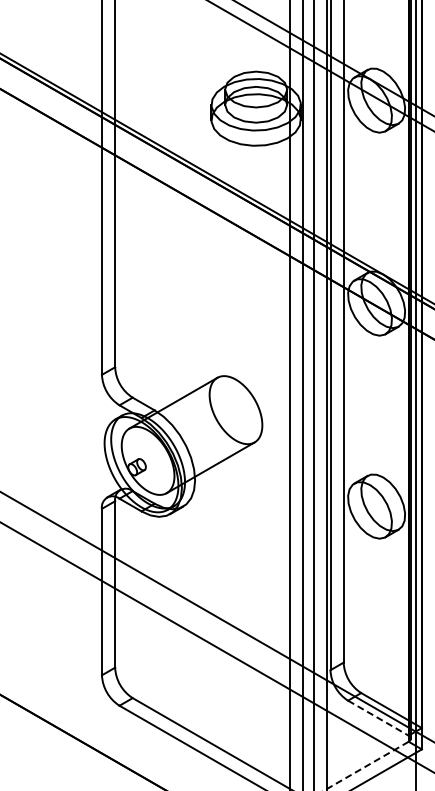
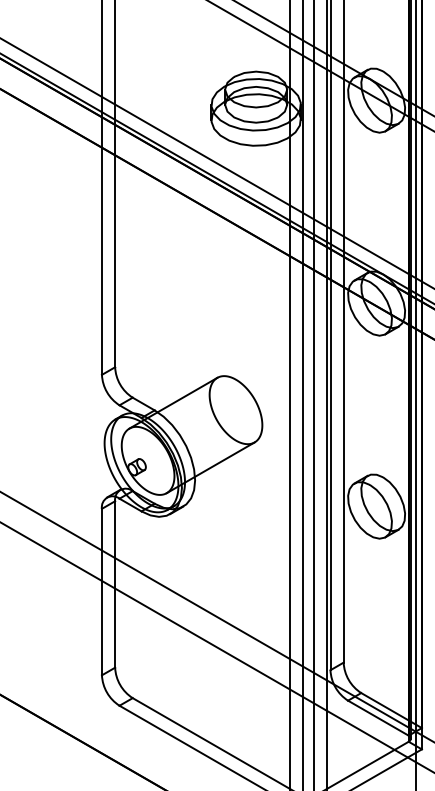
line at (216, 163): none -> present
line at (378, 718): dashed -> solid
line at (366, 766): dashed -> solid
